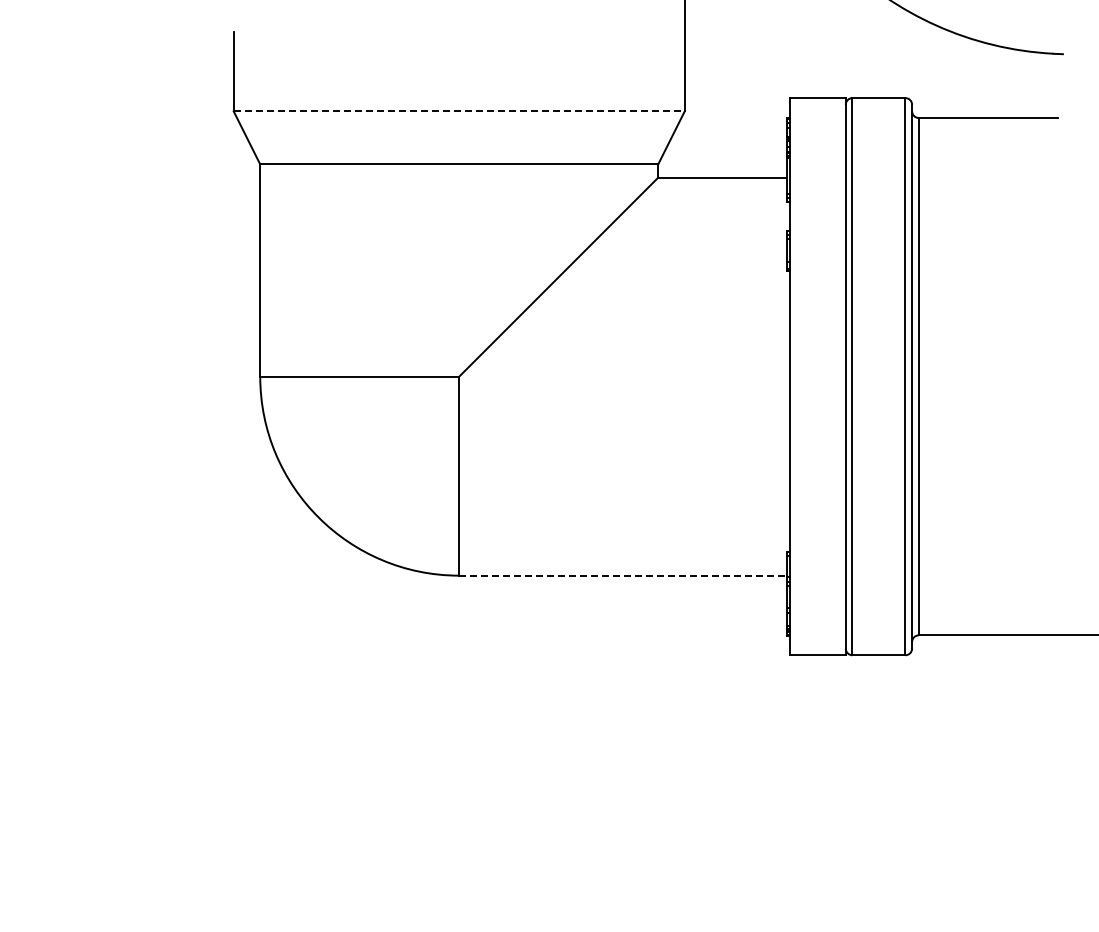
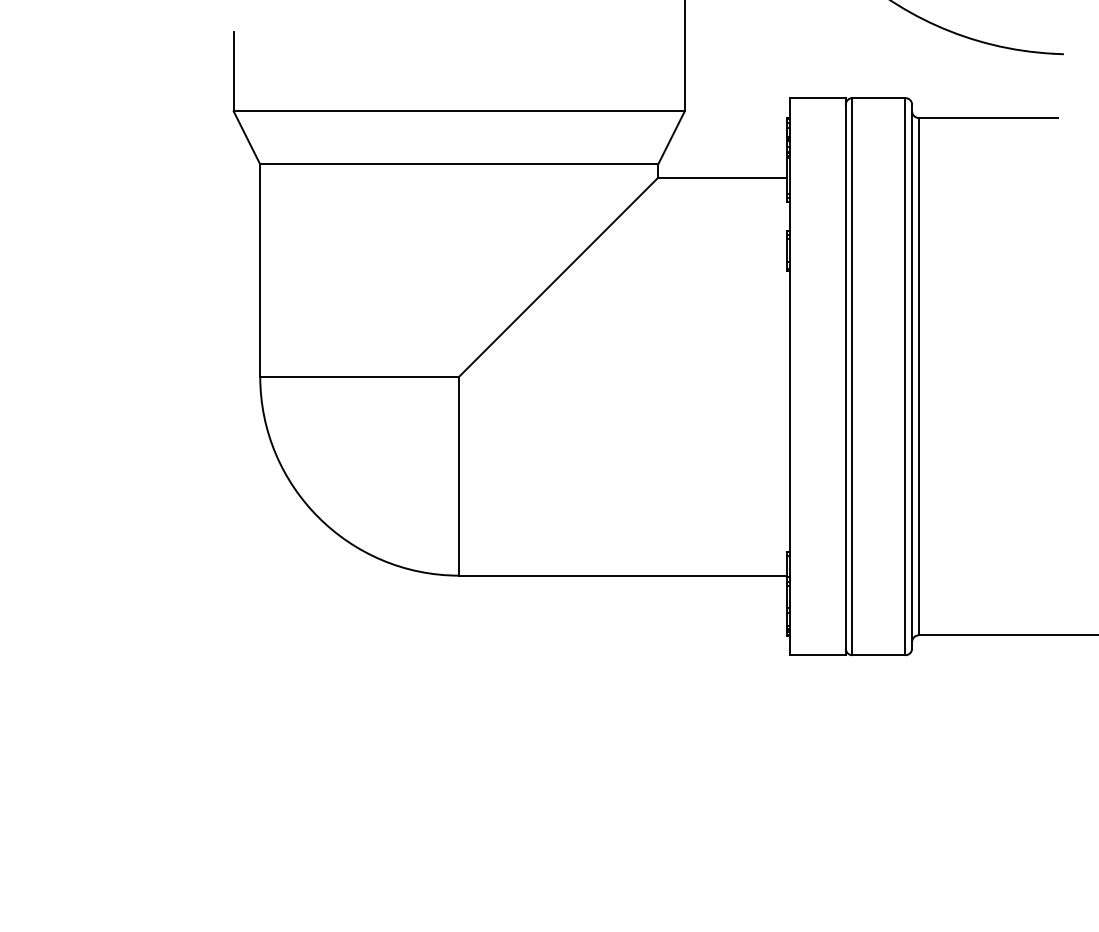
line at (459, 111): dashed -> solid
line at (623, 575): dashed -> solid
